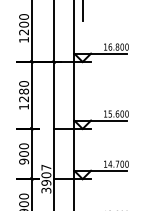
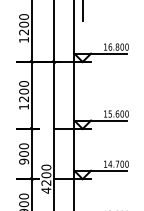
text at (23, 91): 1280 -> 1200
text at (46, 178): 3907 -> 4200
